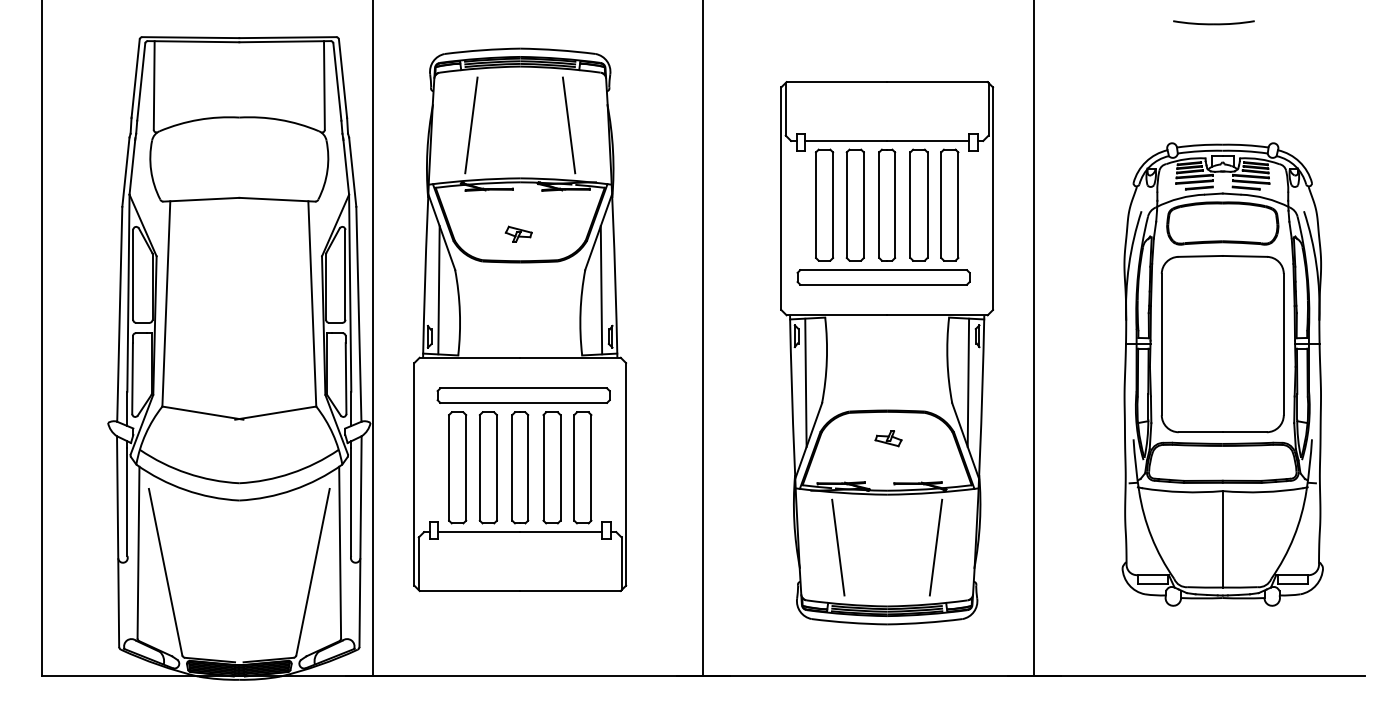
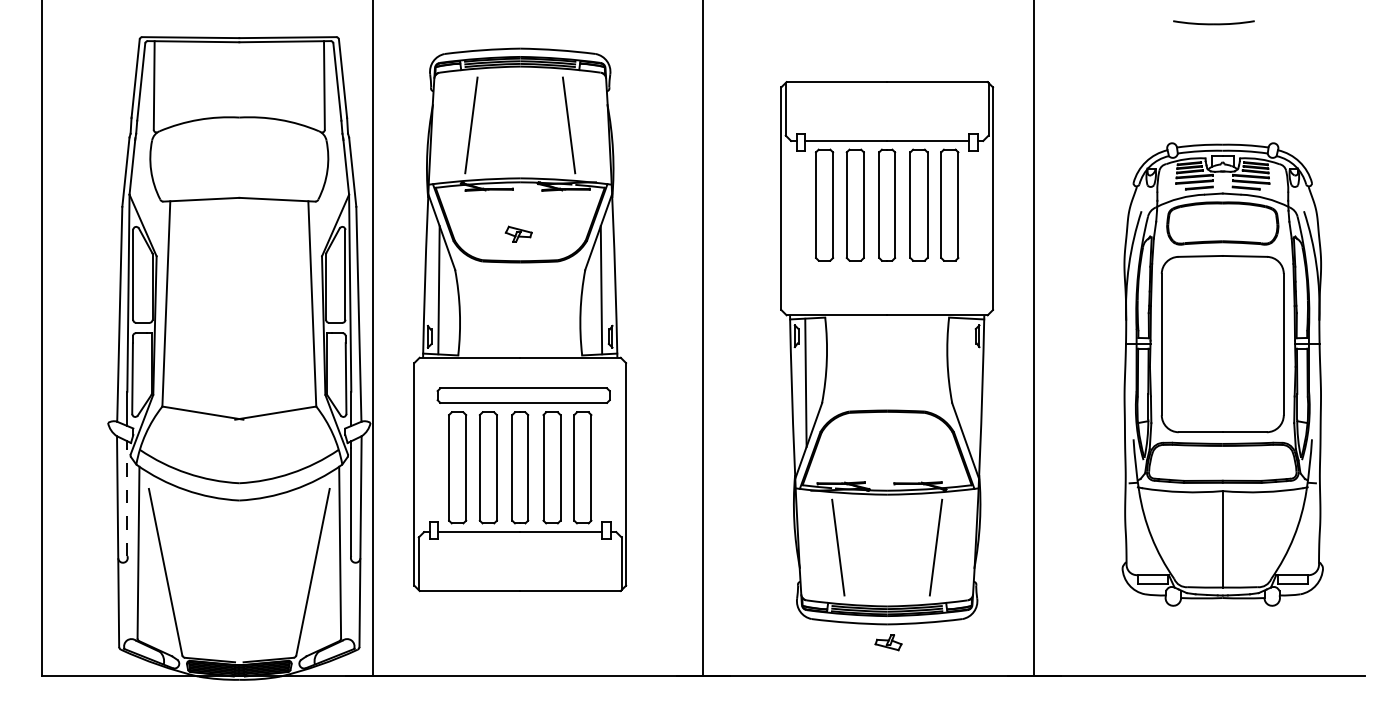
part at (883, 277): present -> none
line at (968, 382): present -> none
part at (888, 438) position: (888, 438) -> (888, 642)
line at (127, 502): solid -> dashed
